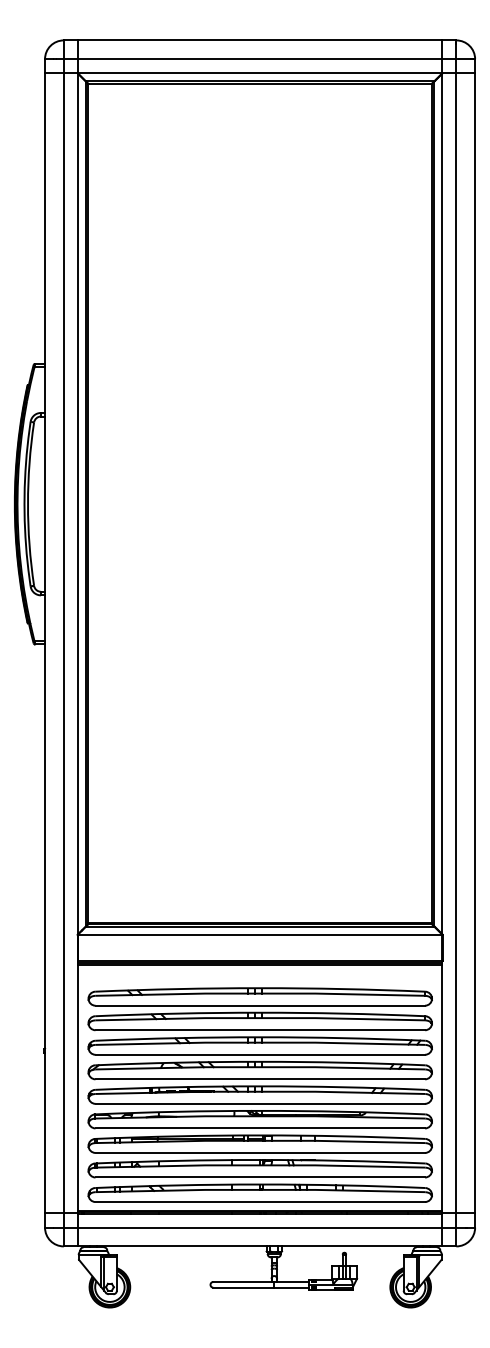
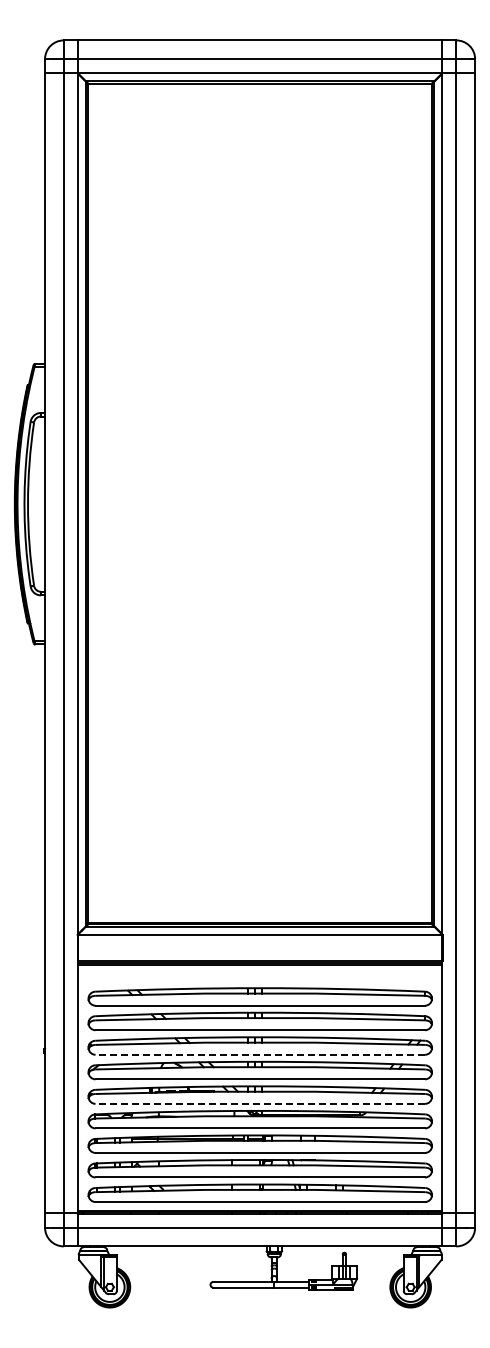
line at (260, 1054): solid -> dashed
line at (260, 1103): solid -> dashed
